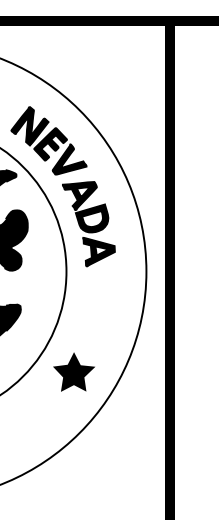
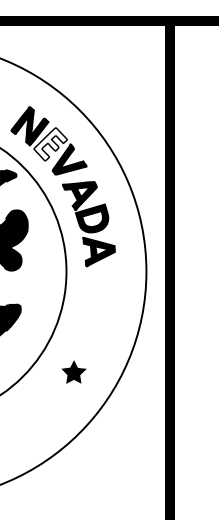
fill at (50, 144): present -> none
part at (73, 371) size: 42x40 px -> 26x24 px
